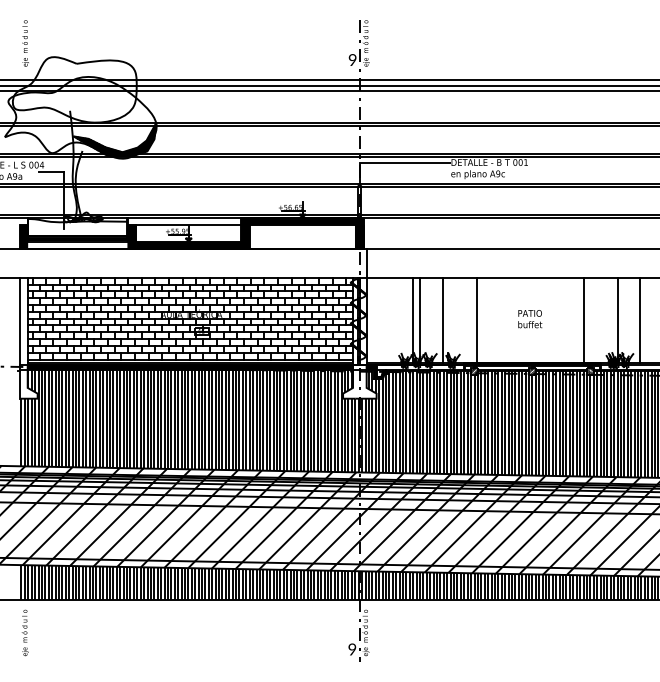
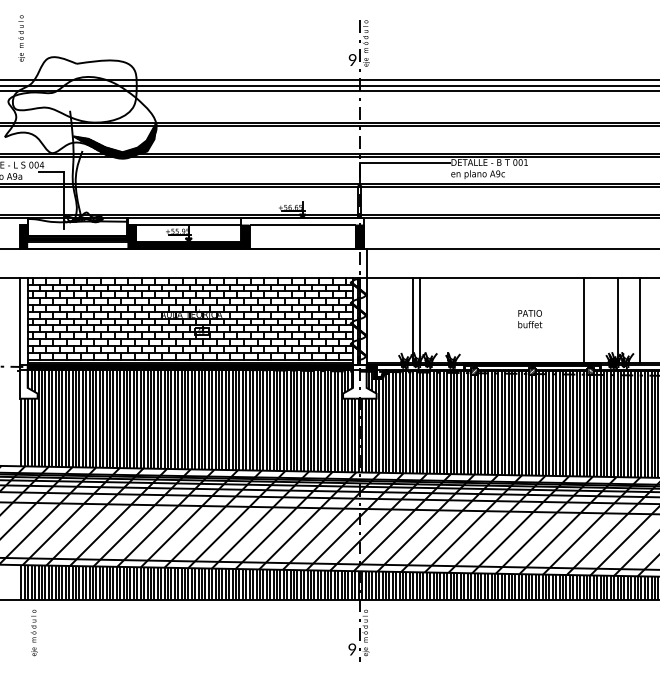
text at (25, 43) position: (25, 43) -> (21, 38)
hatch at (302, 221): present -> none
line at (442, 319): present -> none
line at (476, 319): present -> none
text at (24, 632) position: (24, 632) -> (33, 632)
